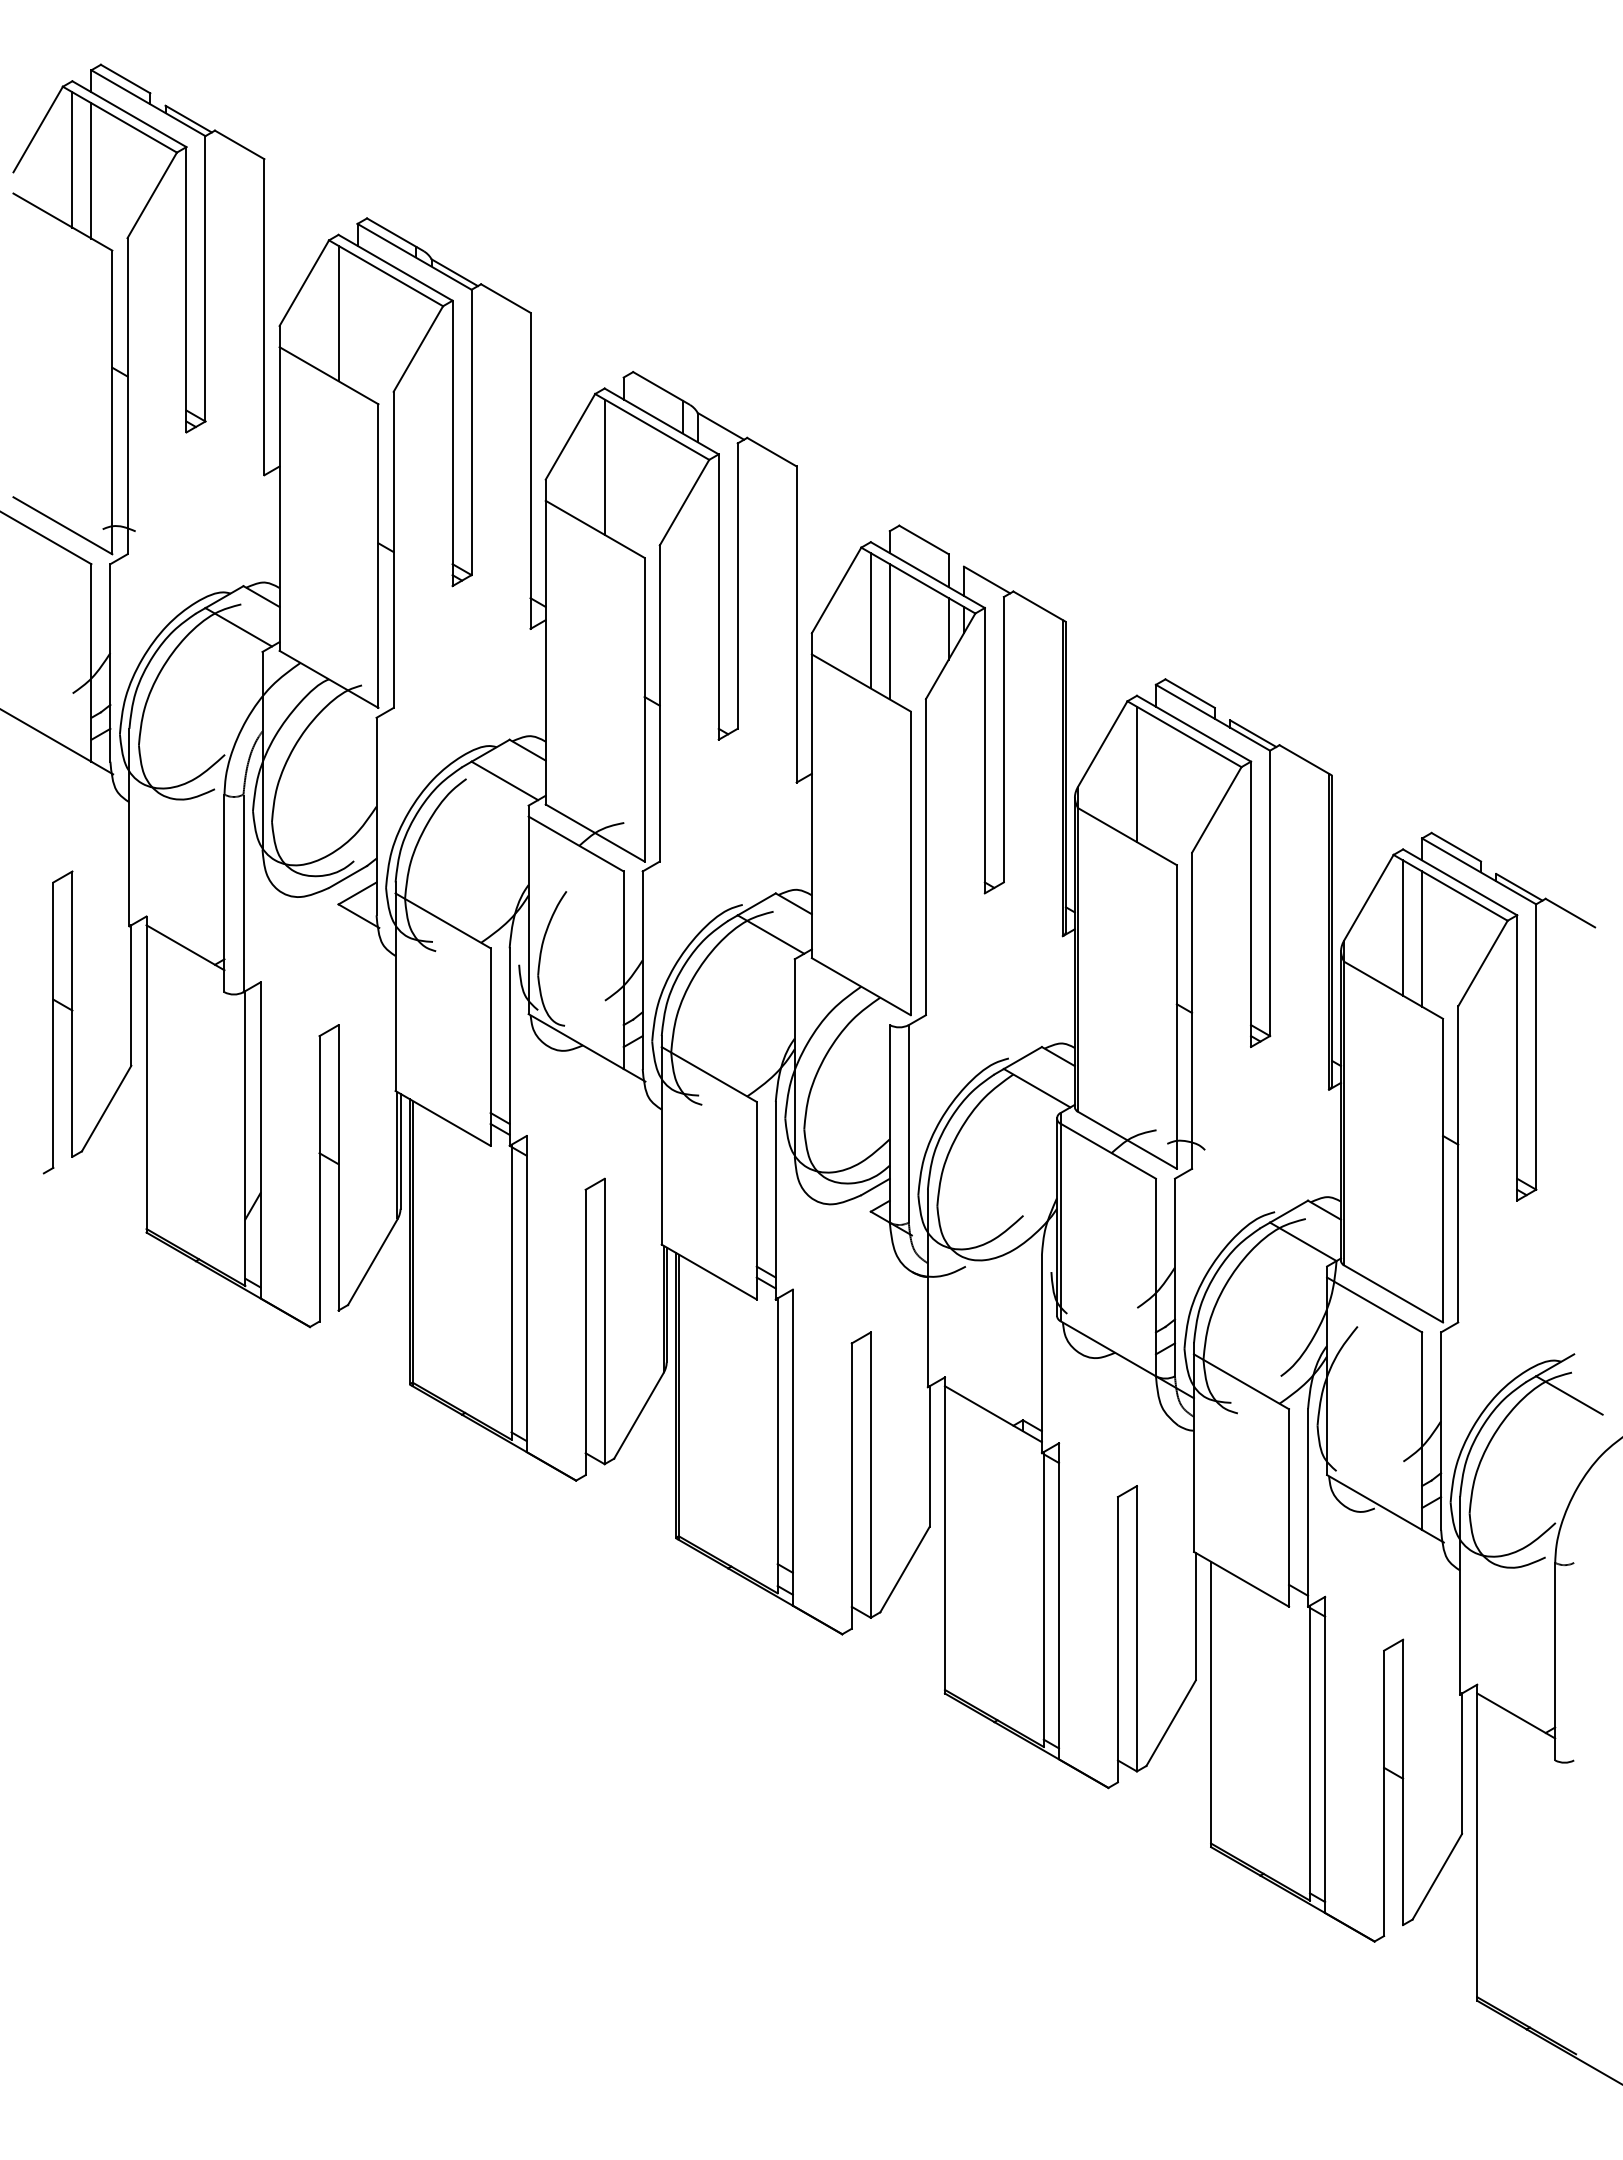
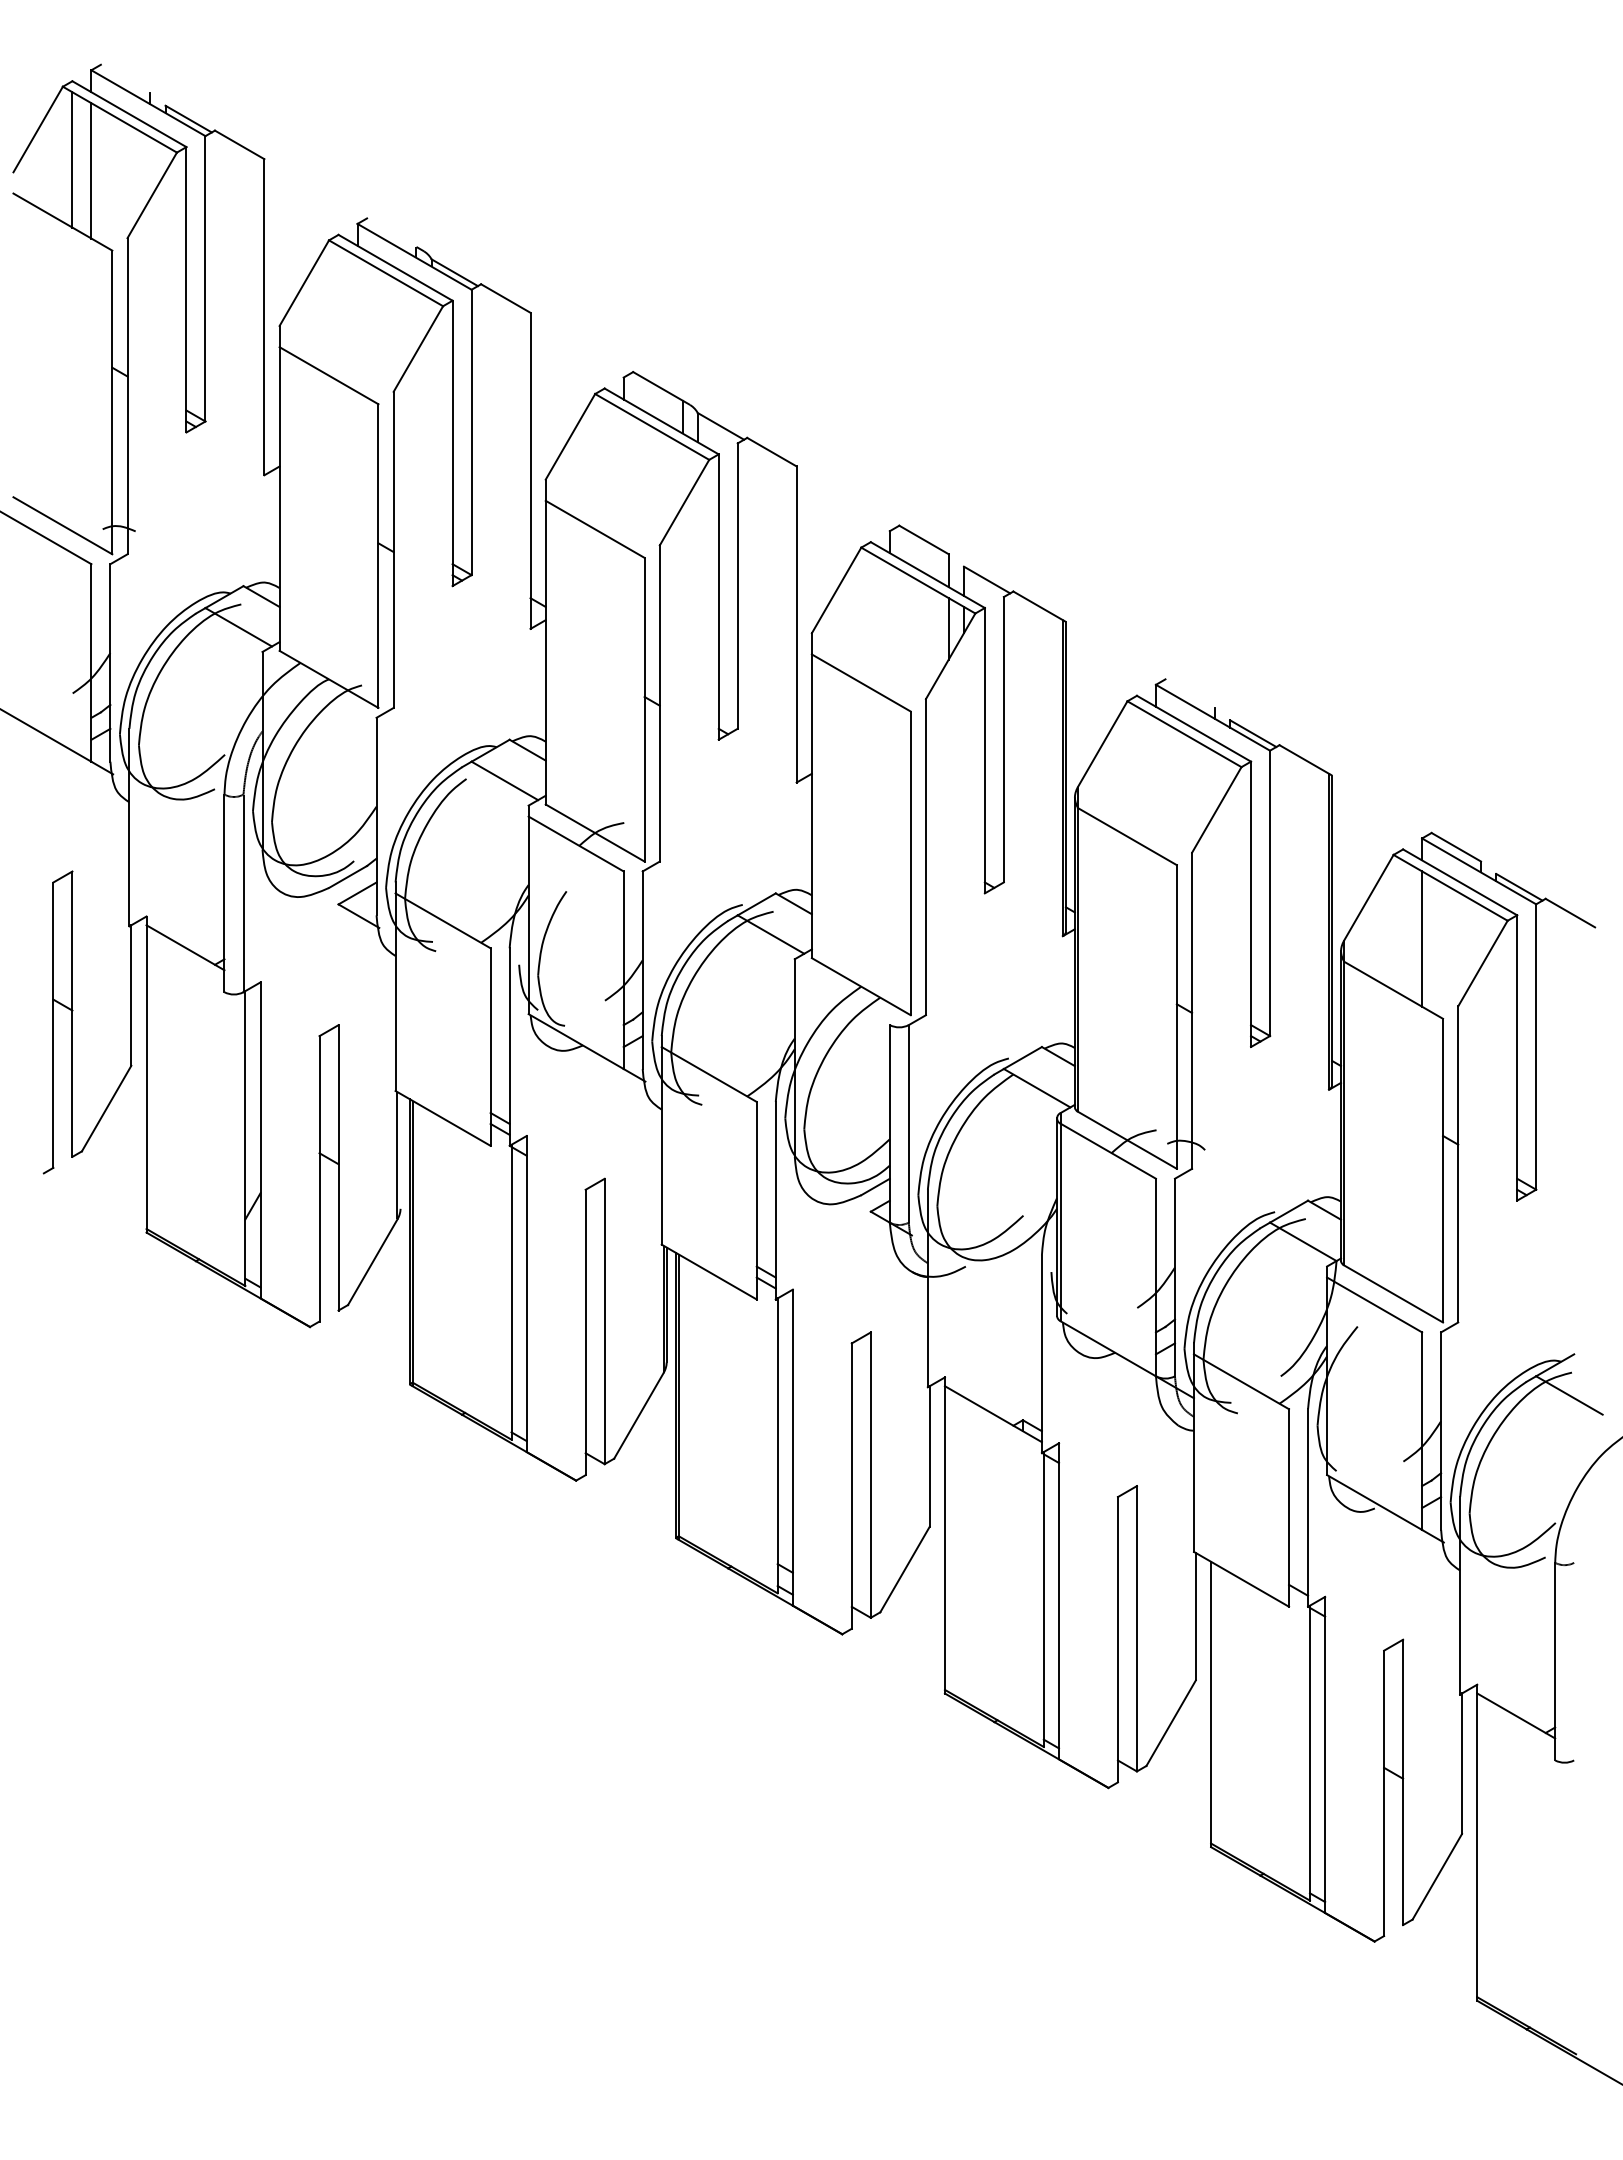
line at (125, 78): present -> none
line at (391, 232): present -> none
line at (338, 313): present -> none
line at (604, 466): present -> none
line at (870, 620): present -> none
line at (889, 631): present -> none
line at (1189, 693): present -> none
line at (1136, 774): present -> none
line at (1403, 927): present -> none
line at (400, 1150): present -> none
